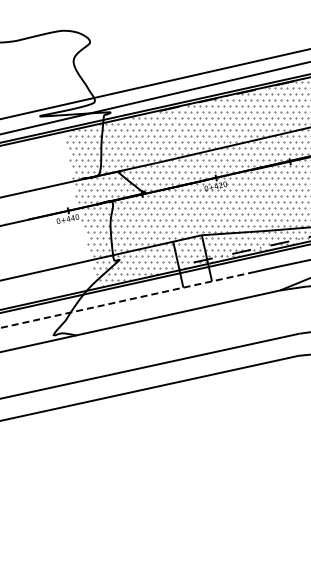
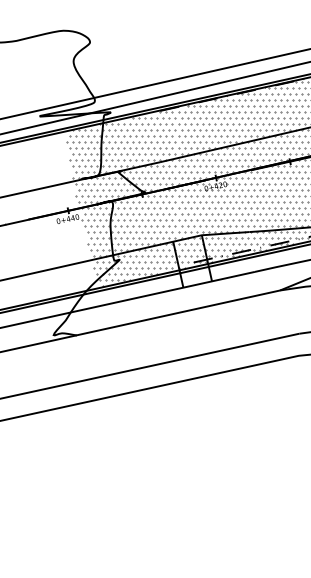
line at (126, 300): dashed -> solid
